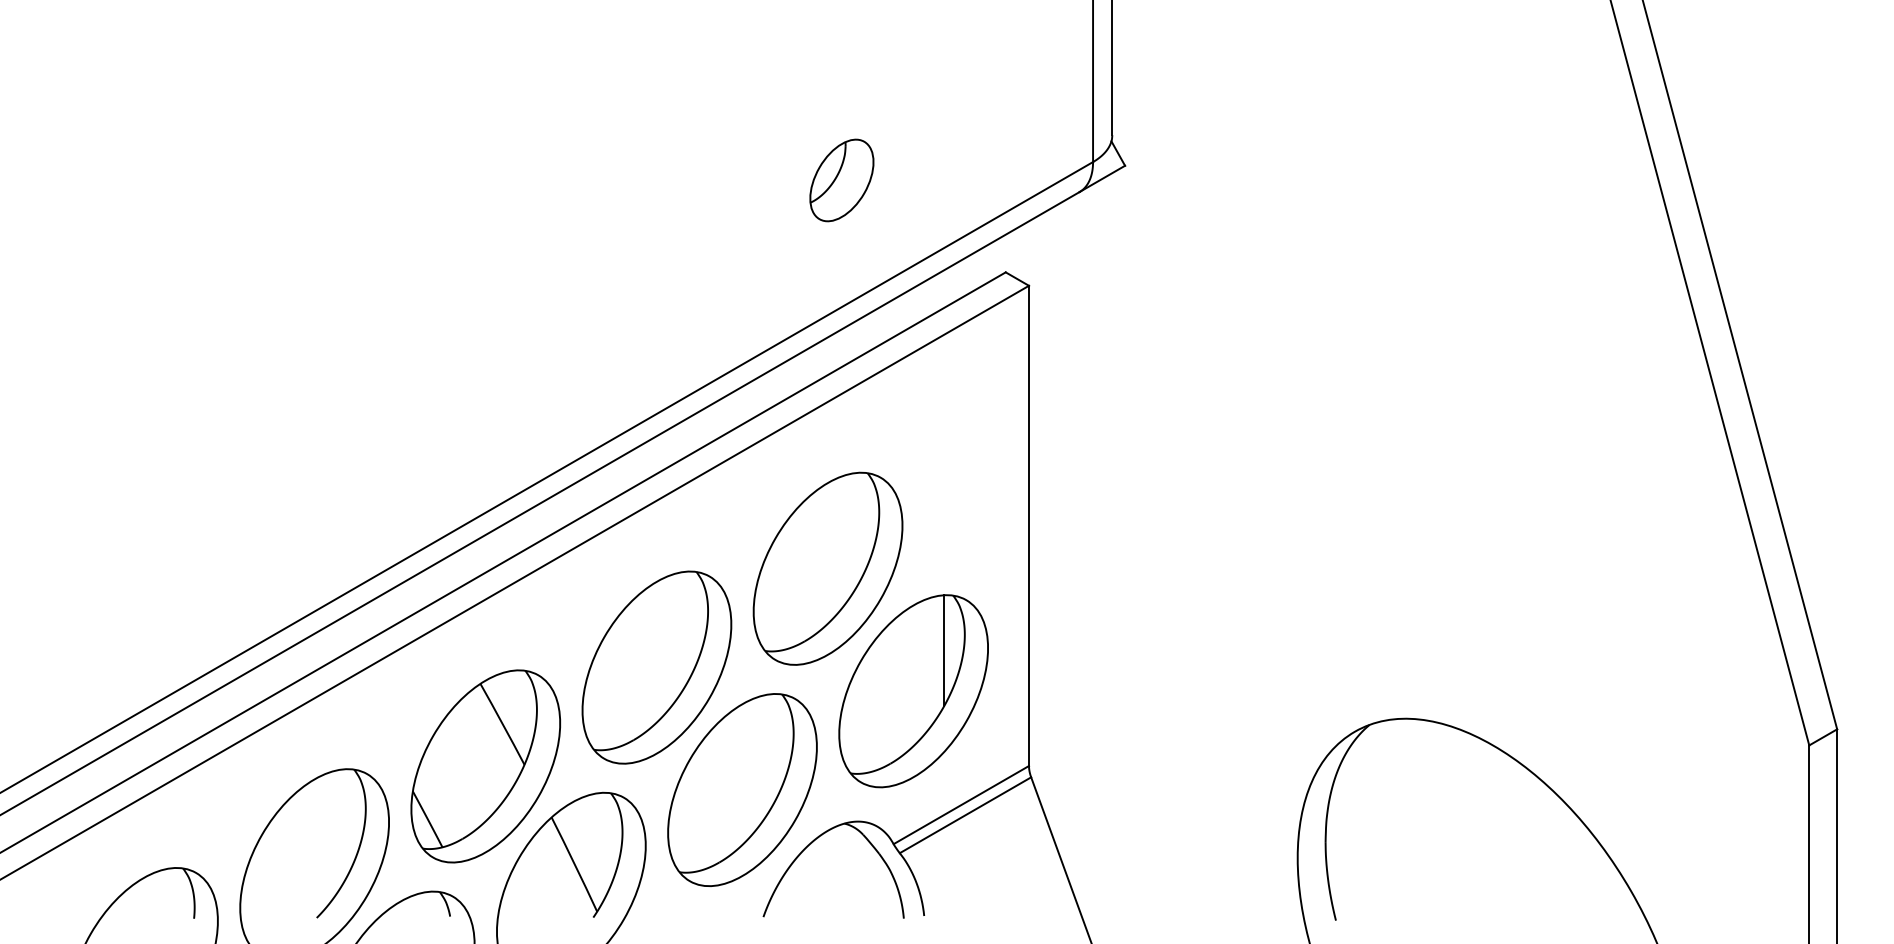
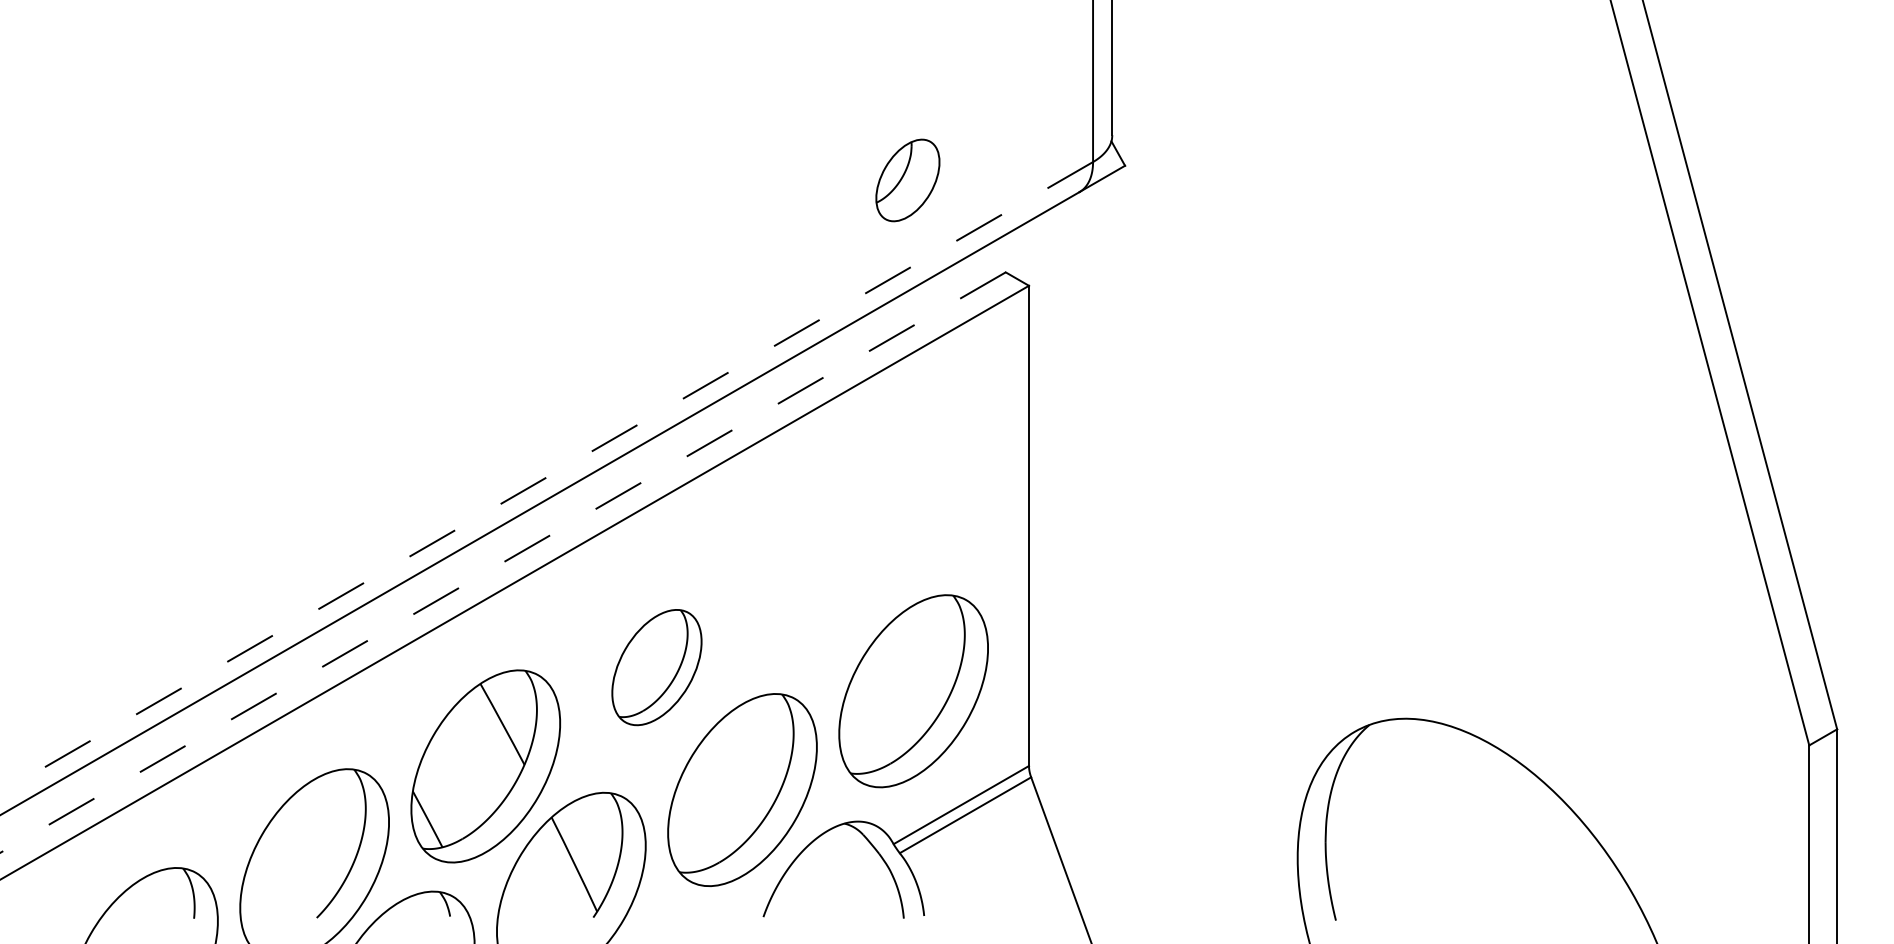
part at (841, 180) position: (841, 180) -> (907, 180)
line at (546, 477): solid -> dashed
line at (502, 562): solid -> dashed
part at (827, 568): present -> none
line at (944, 650): present -> none
part at (656, 667) size: 152x195 px -> 92x118 px
